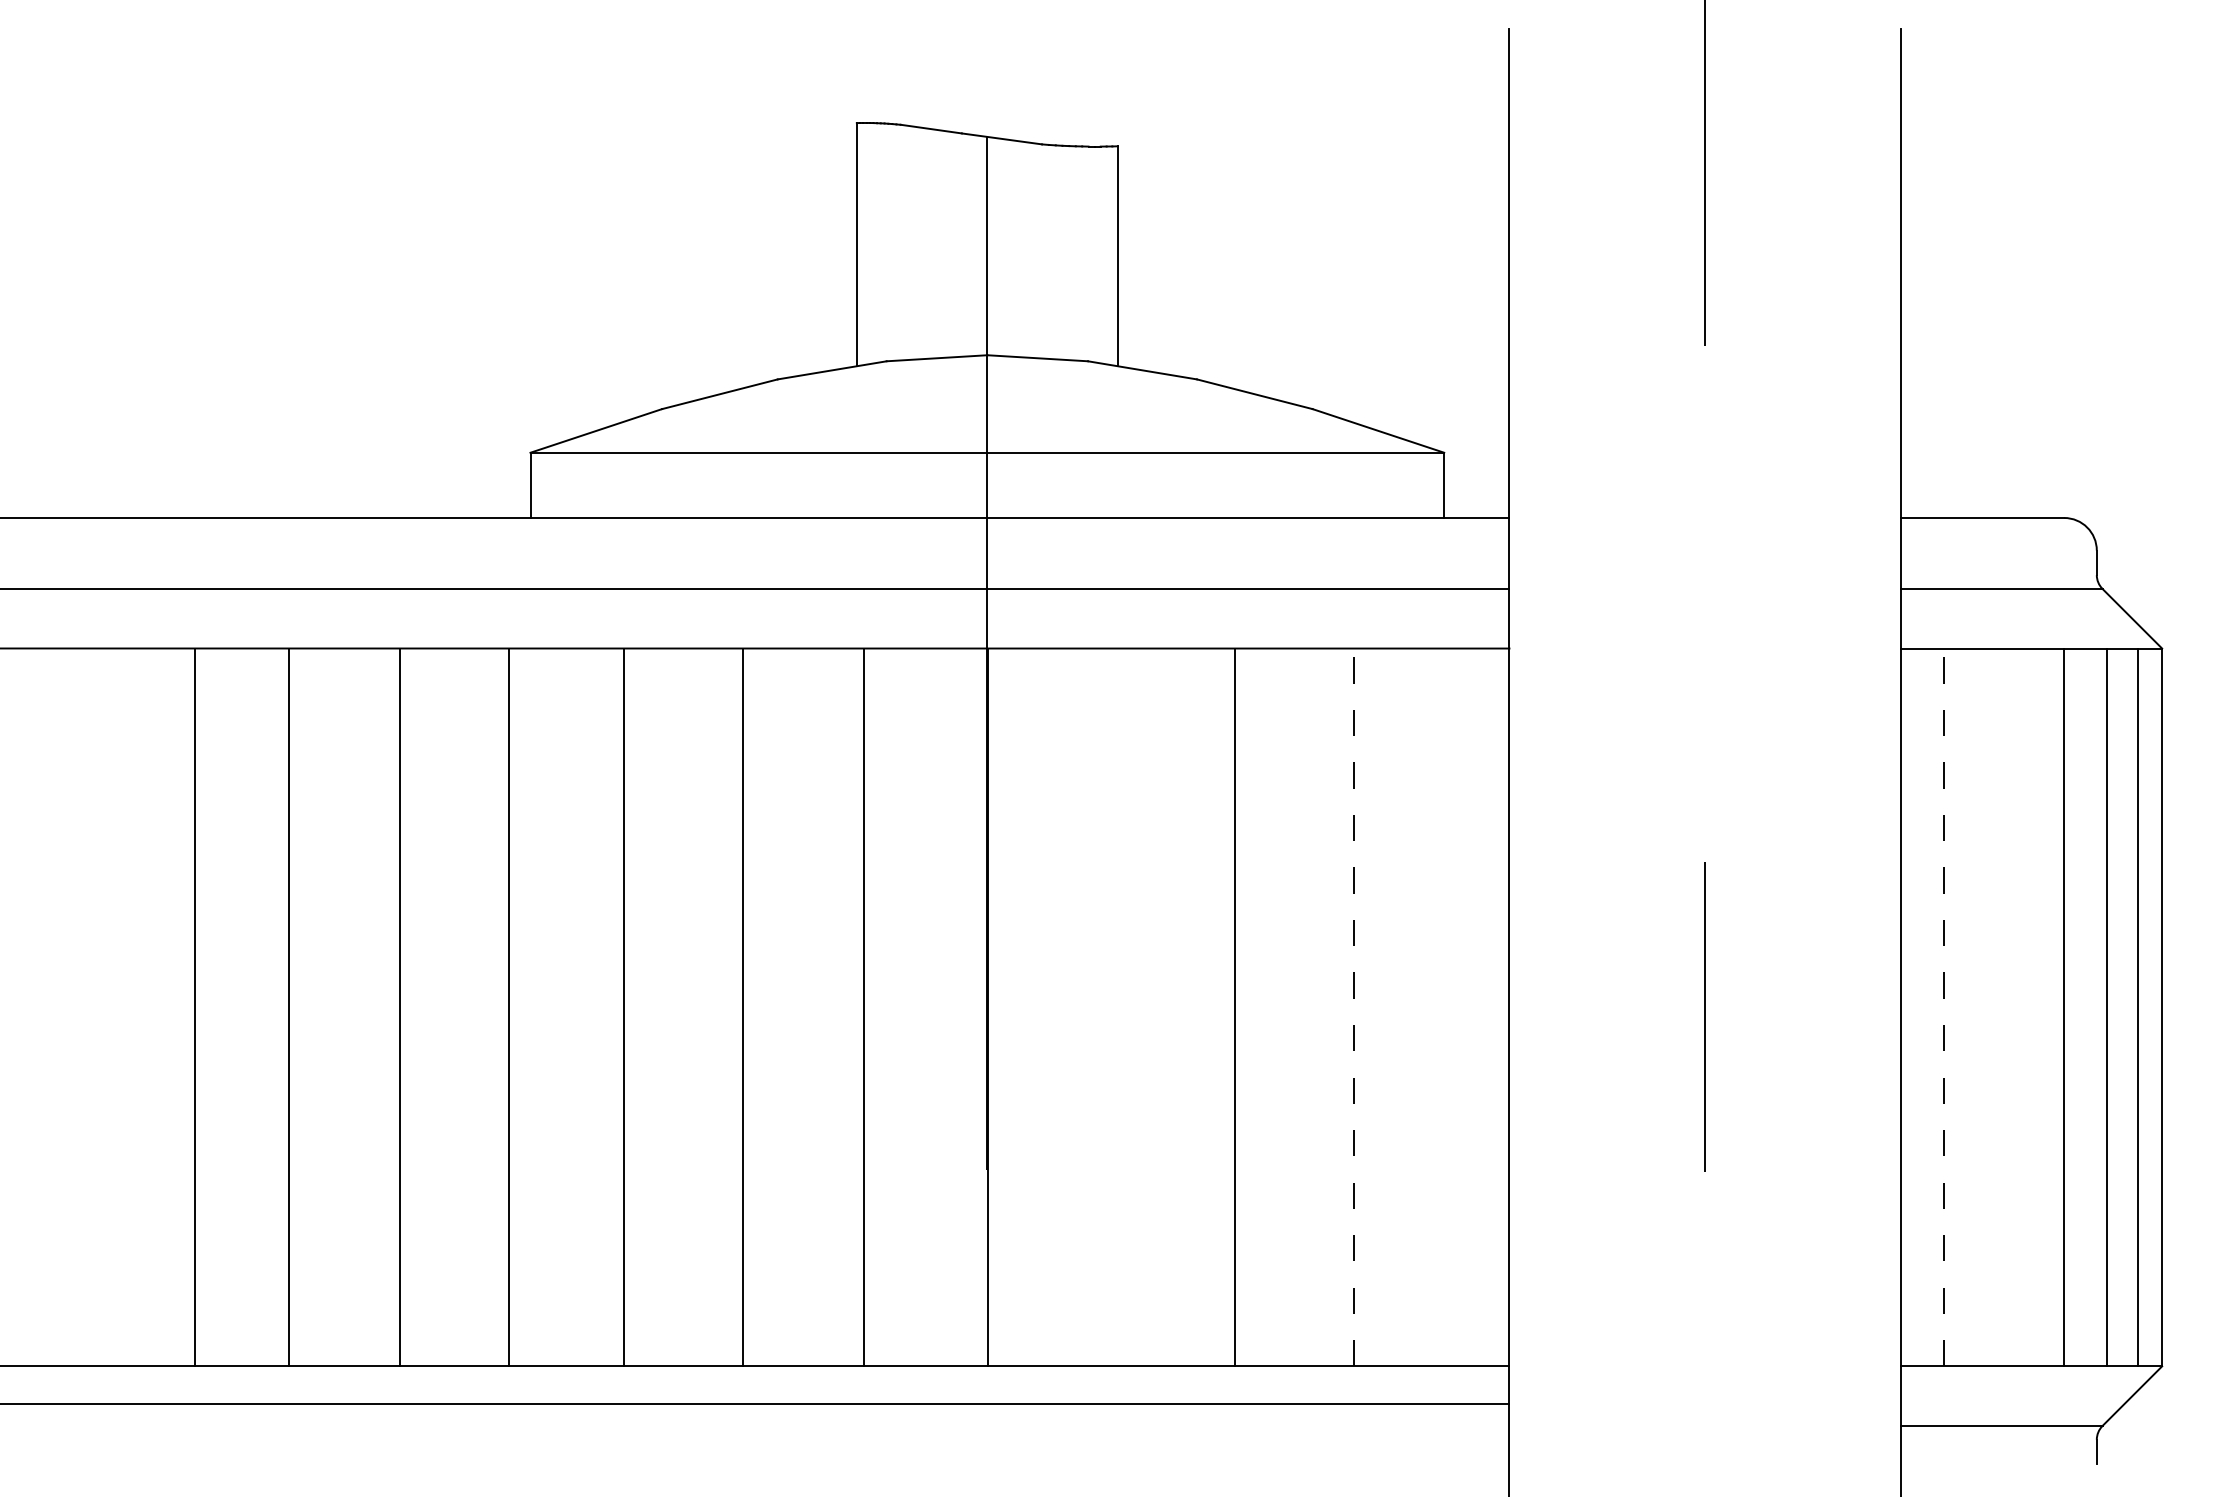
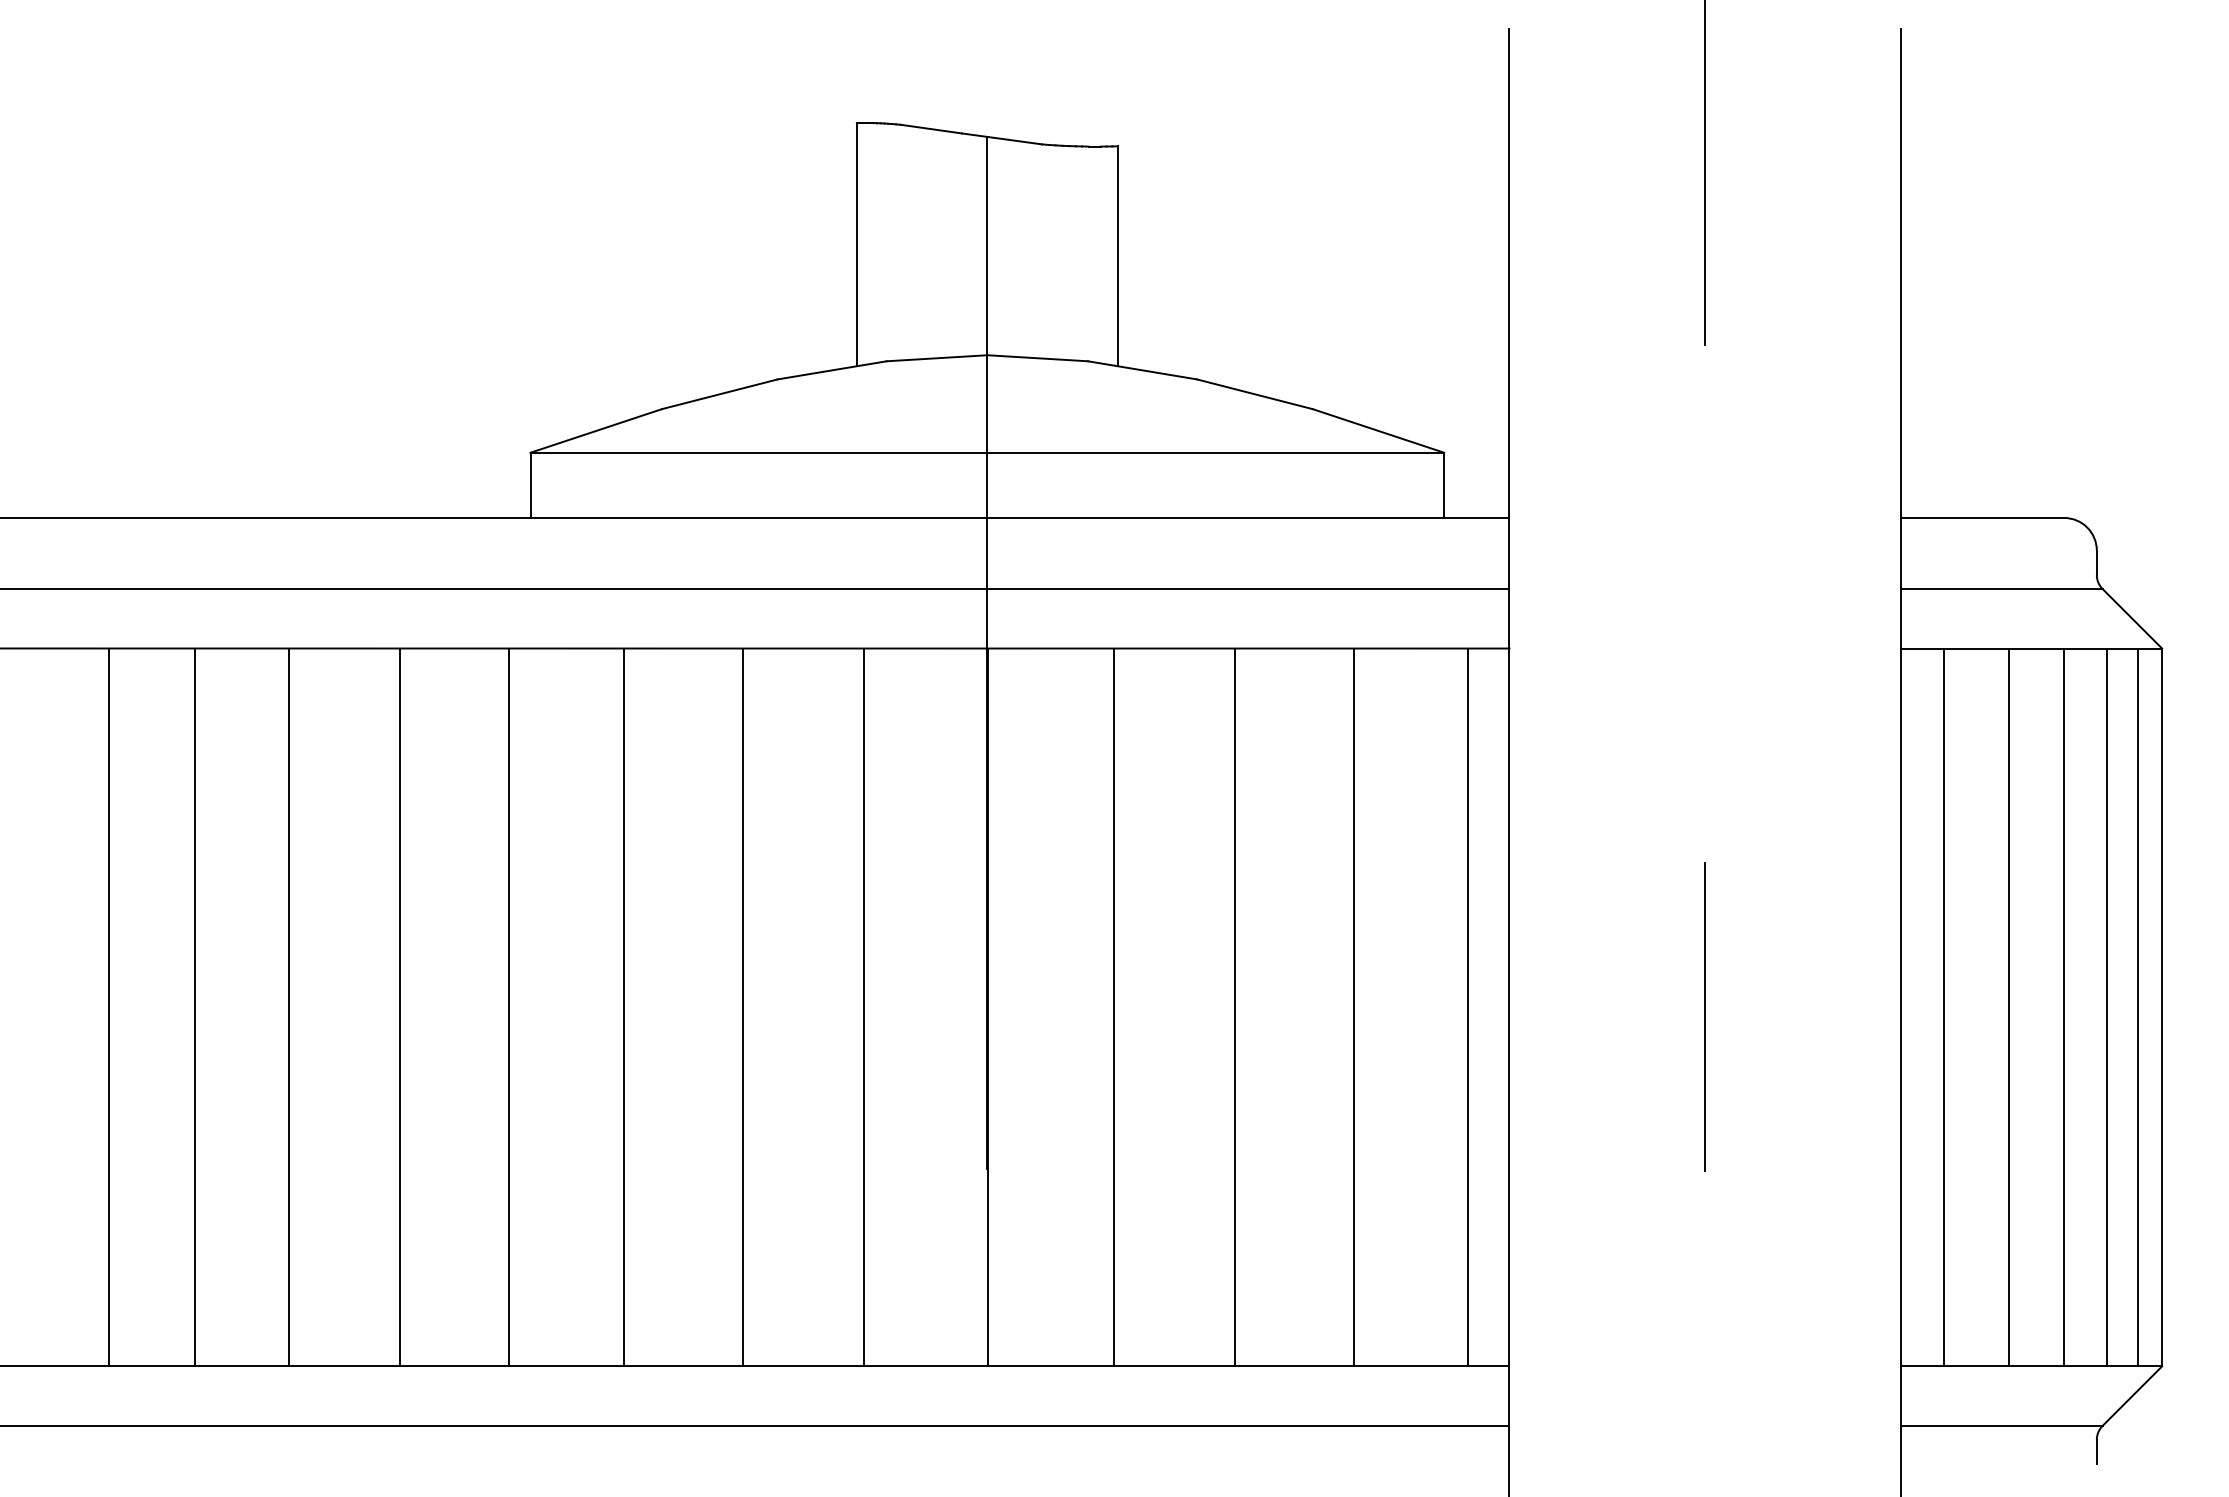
line at (109, 1007): none -> present
line at (1113, 1007): none -> present
line at (1353, 1007): dashed -> solid
line at (1468, 1007): none -> present
line at (1943, 1007): dashed -> solid
line at (2009, 1007): none -> present
line at (755, 1403) position: (755, 1403) -> (755, 1425)
